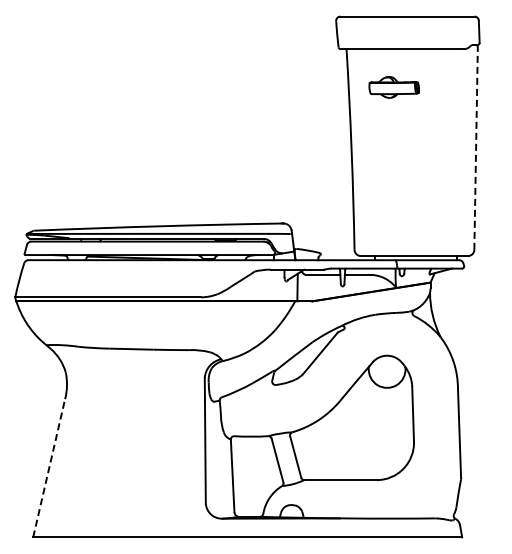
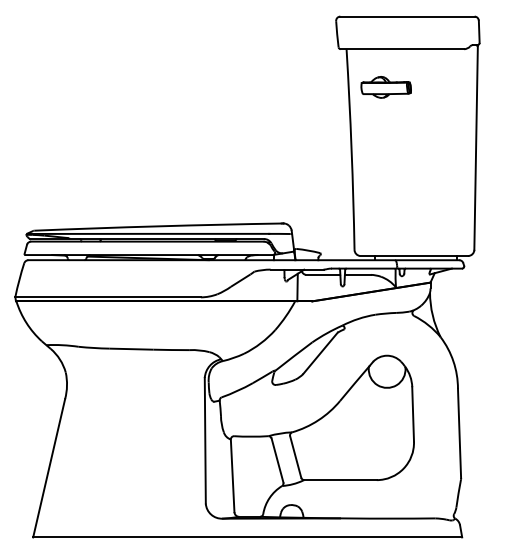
part at (393, 87) position: (393, 87) -> (385, 87)
line at (476, 147): dashed -> solid
line at (49, 468): dashed -> solid
